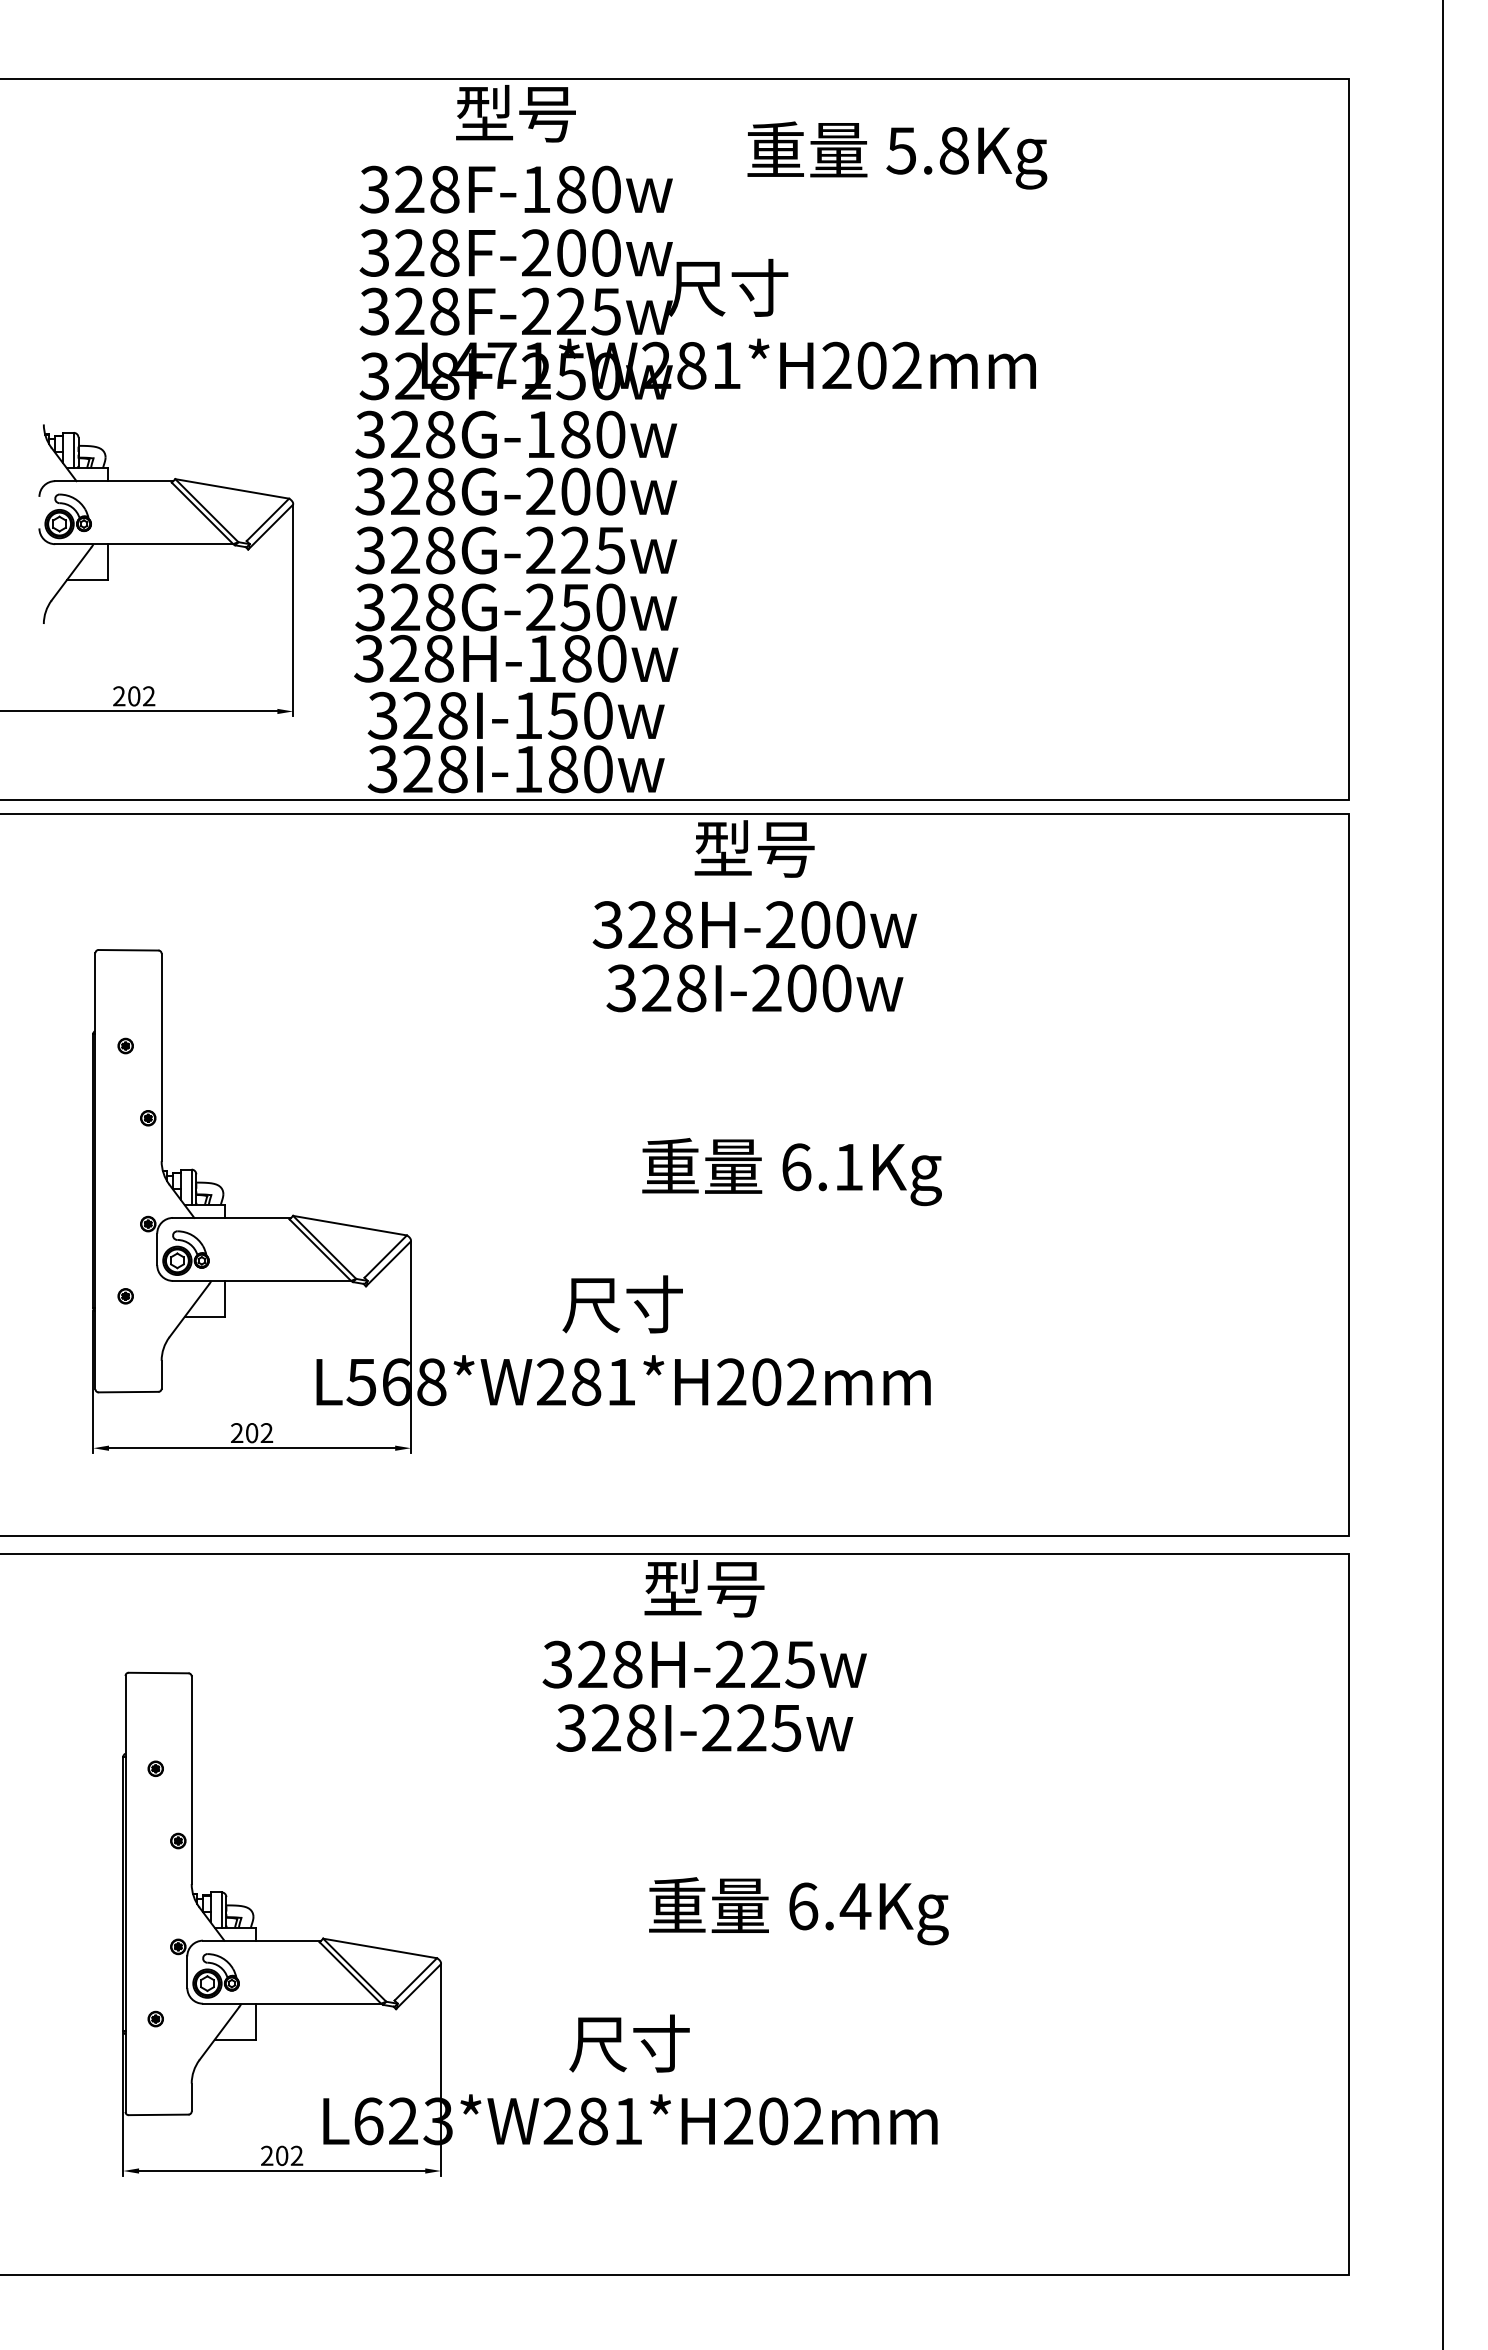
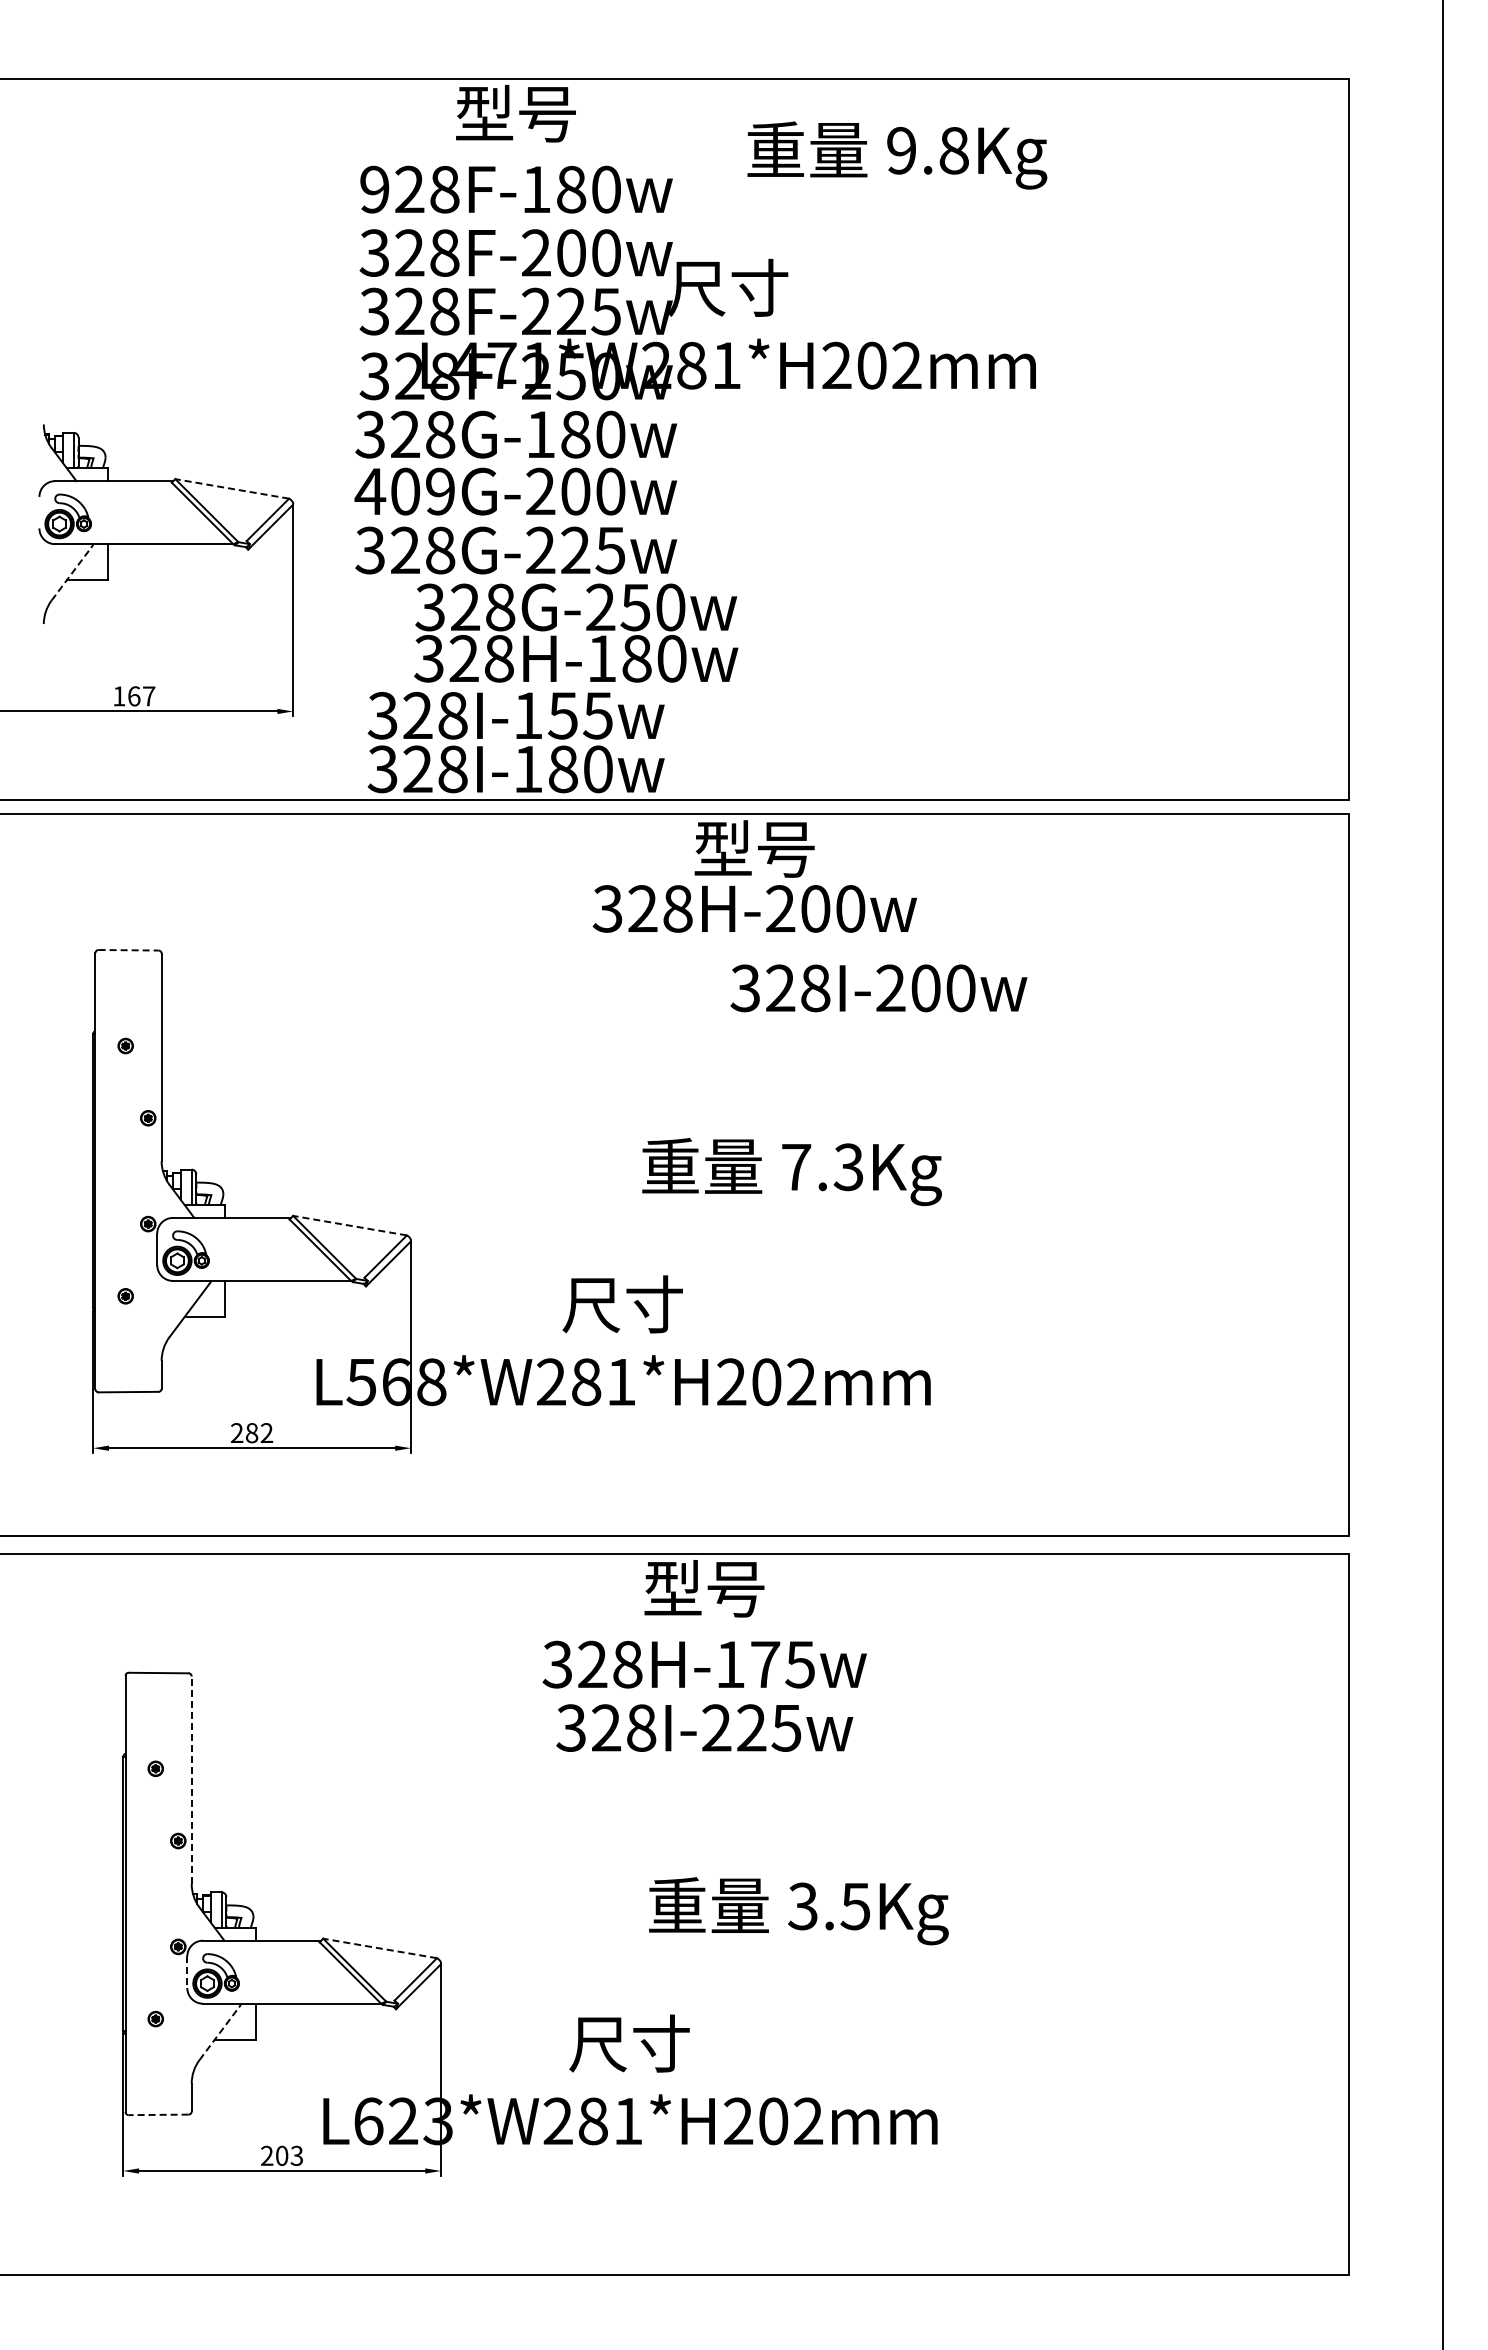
text at (900, 150): 5.8Kg -> 9.8Kg
text at (374, 189): 328F-180w -> 928F-180w
line at (232, 488): solid -> dashed
text at (404, 491): 328G-200w -> 409G-200w
line at (71, 574): solid -> dashed
text at (516, 632) position: (516, 632) -> (576, 632)
text at (134, 696): 202 -> 167
text at (597, 715): 328I-150w -> 328I-155w
text at (754, 924) position: (754, 924) -> (754, 908)
line at (128, 950): solid -> dashed
text at (754, 988) position: (754, 988) -> (878, 988)
text at (822, 1167): 6.1Kg -> 7.3Kg
line at (350, 1225): solid -> dashed
text at (252, 1432): 202 -> 282
text at (748, 1663): 328H-225w -> 328H-175w
line at (191, 1780): solid -> dashed
text at (829, 1906): 6.4Kg -> 3.5Kg
line at (380, 1948): solid -> dashed
line at (187, 1972): solid -> dashed
line at (219, 2033): solid -> dashed
line at (158, 2114): solid -> dashed
text at (296, 2156): 202 -> 203
